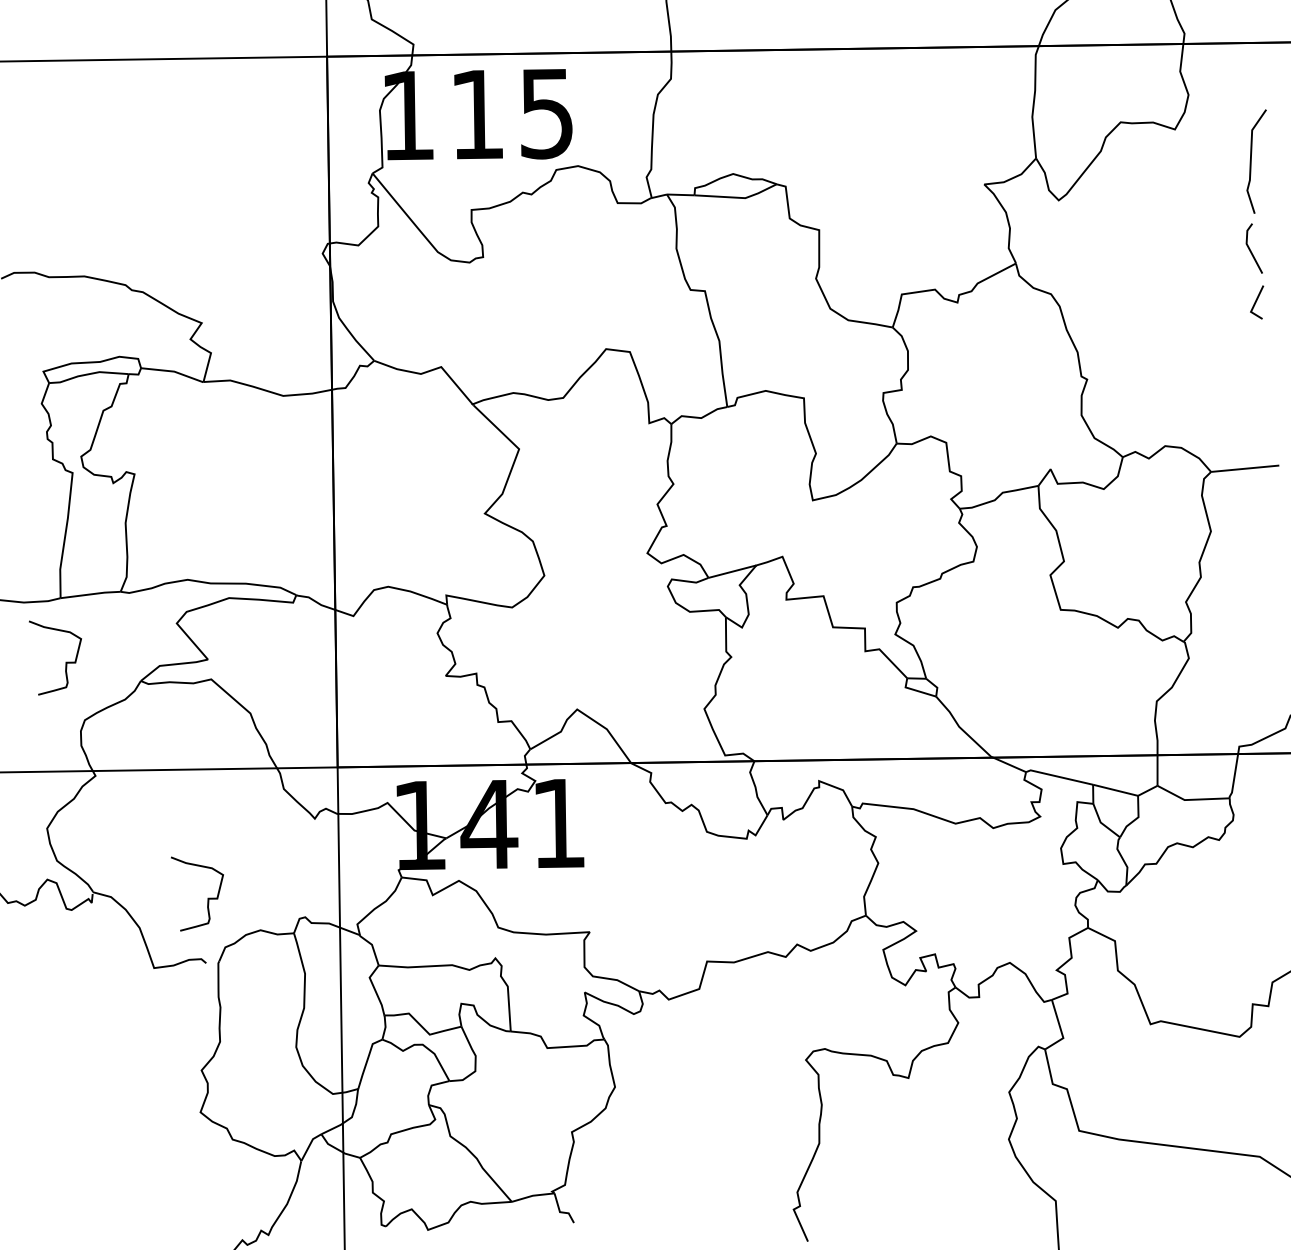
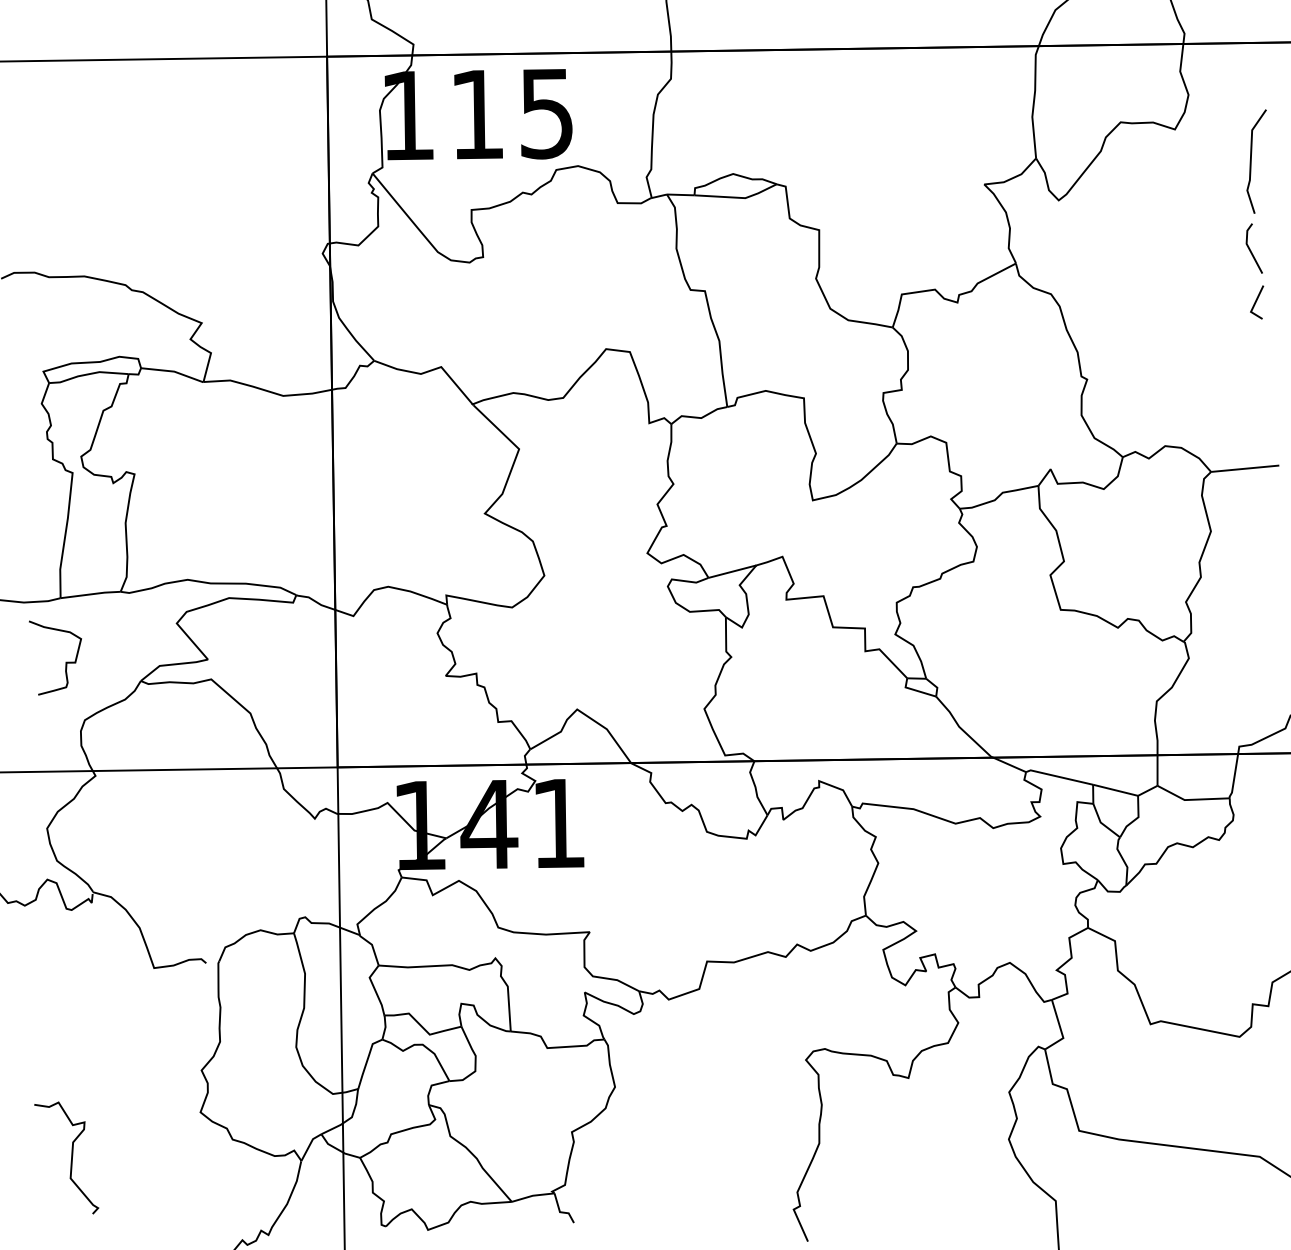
curve at (207, 898): present -> none
curve at (71, 1157): none -> present
